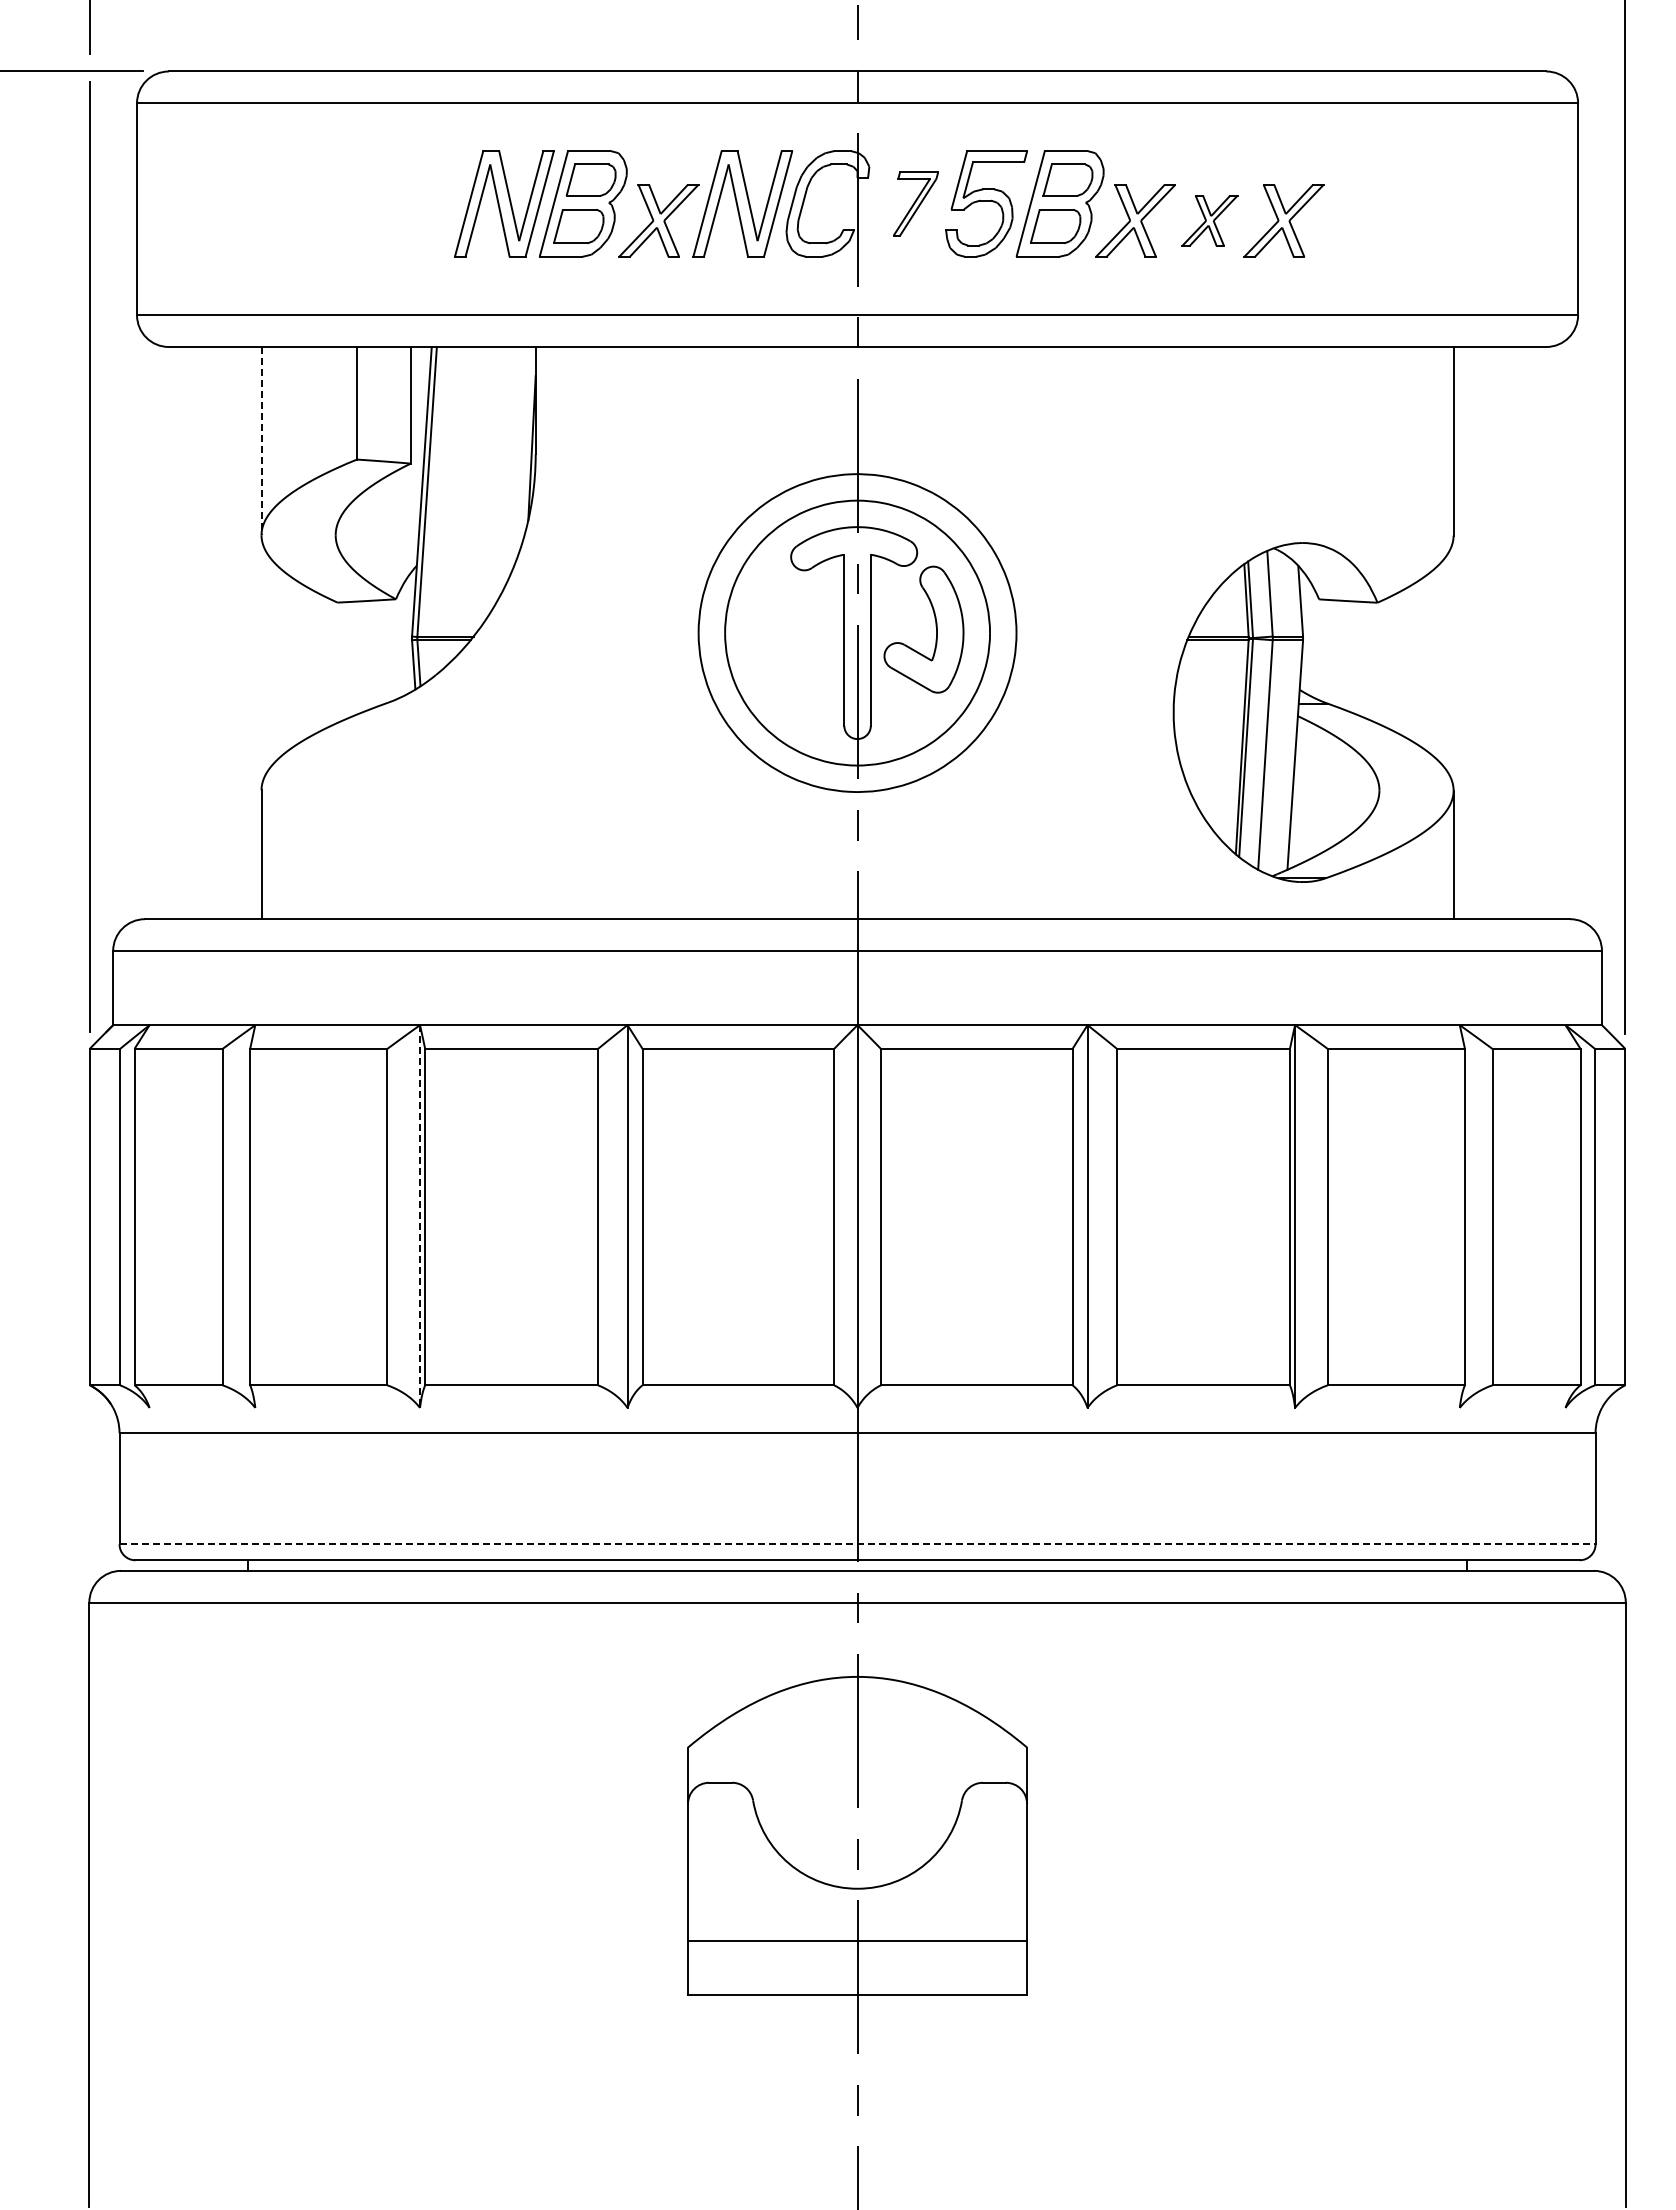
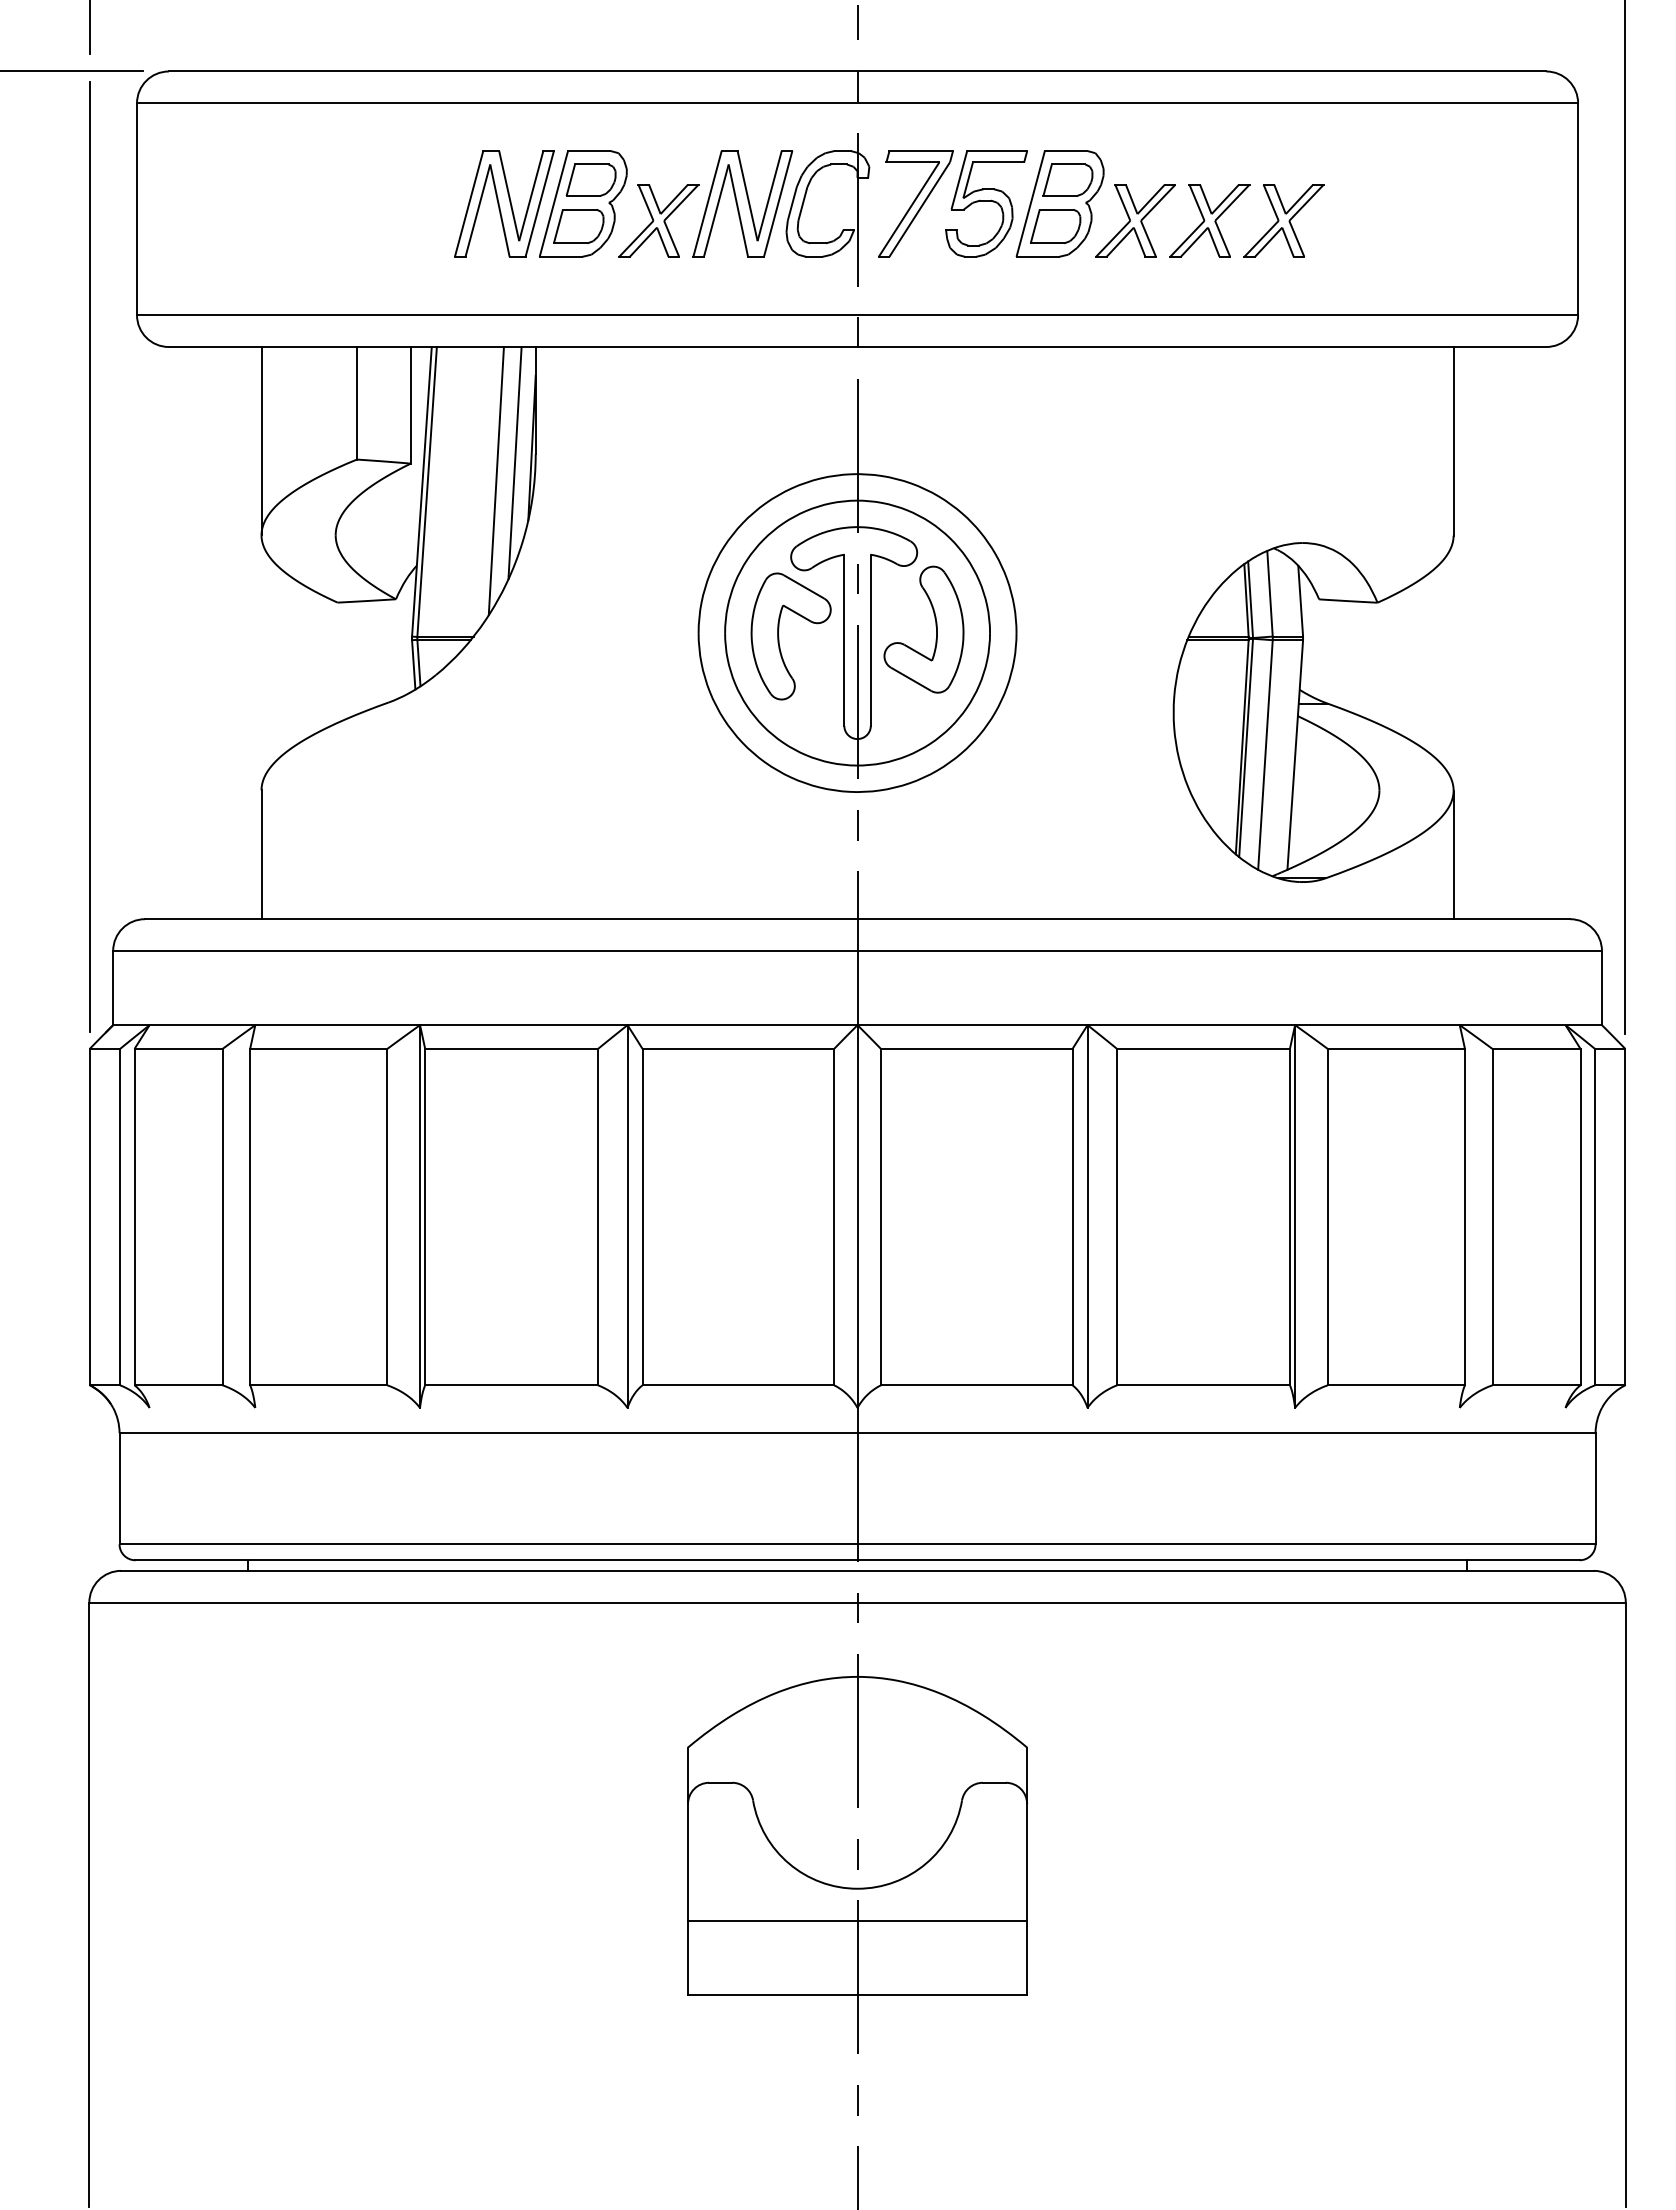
part at (915, 203) size: 46x66 px -> 76x108 px
part at (1209, 220) size: 58x52 px -> 82x74 px
line at (261, 441): dashed -> solid
line at (514, 463): none -> present
line at (495, 481): none -> present
part at (779, 636): none -> present
line at (420, 1217): dashed -> solid
line at (858, 1544): dashed -> solid
line at (857, 1941) position: (857, 1941) -> (857, 1921)
